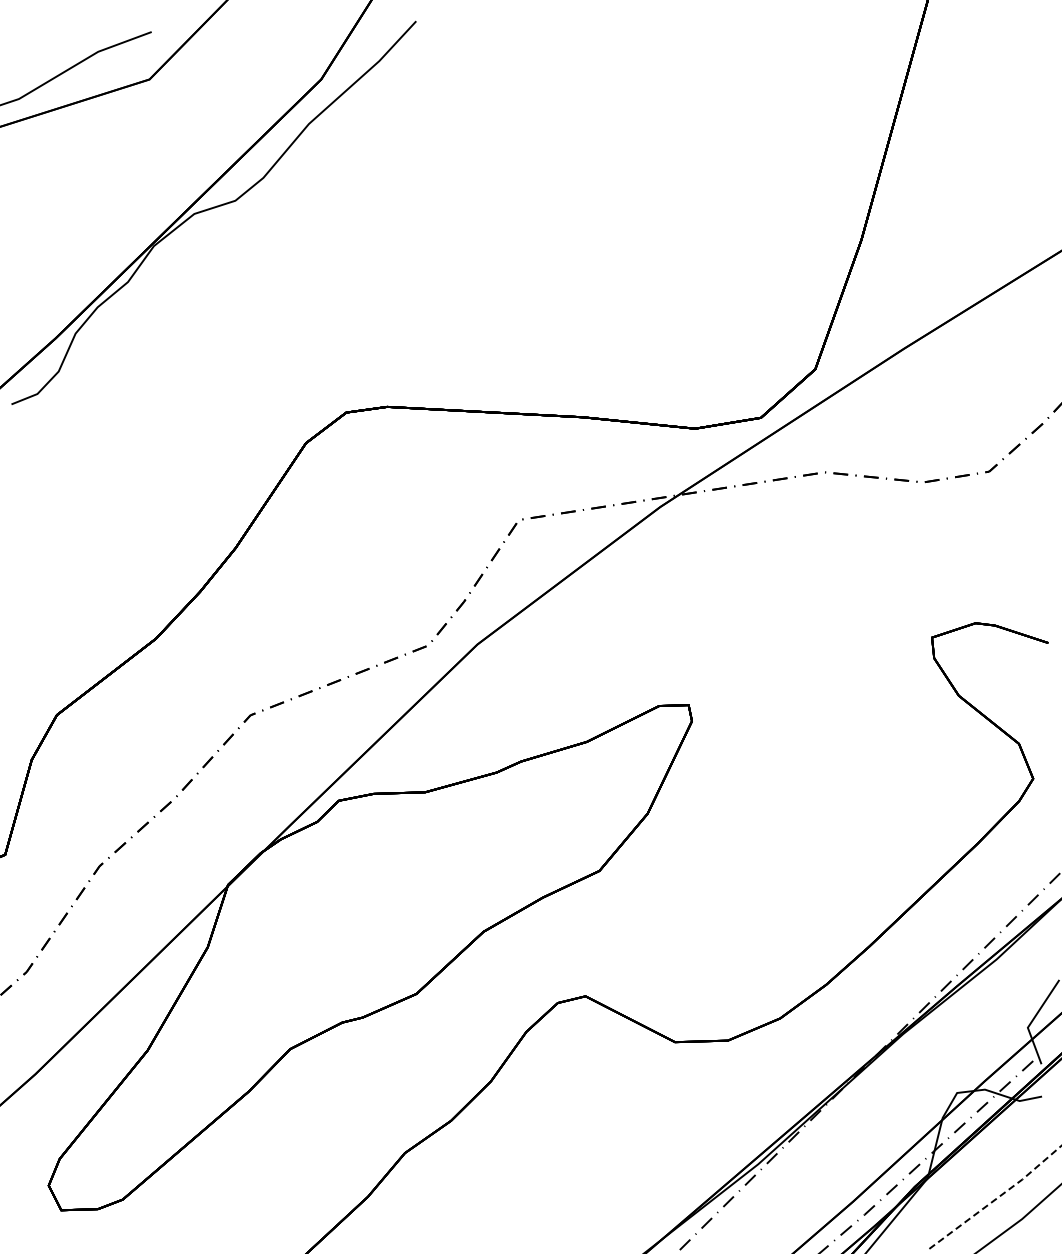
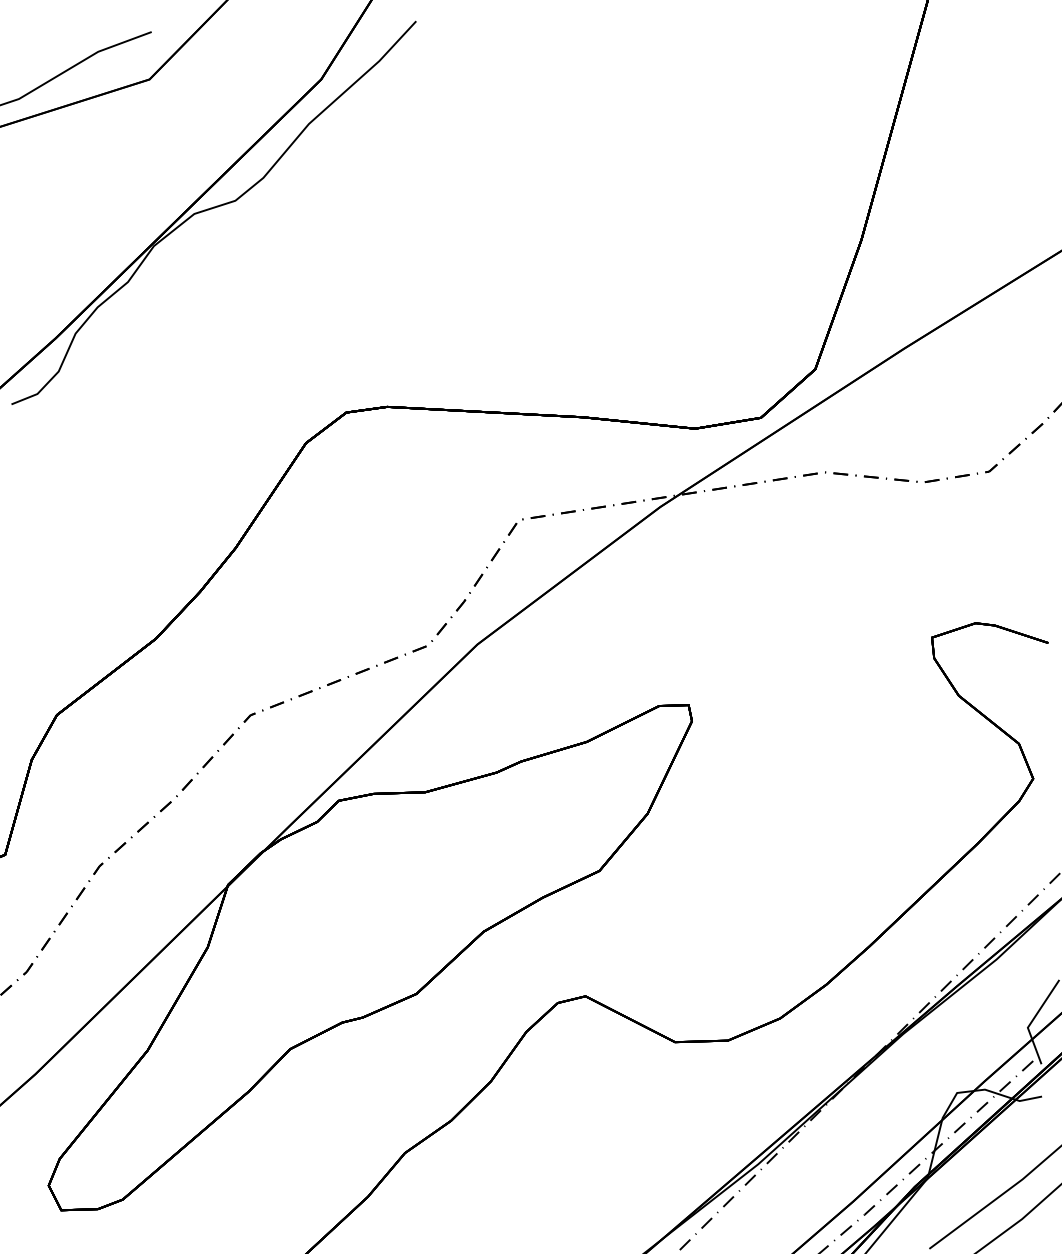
line at (997, 1198): dashed -> solid
